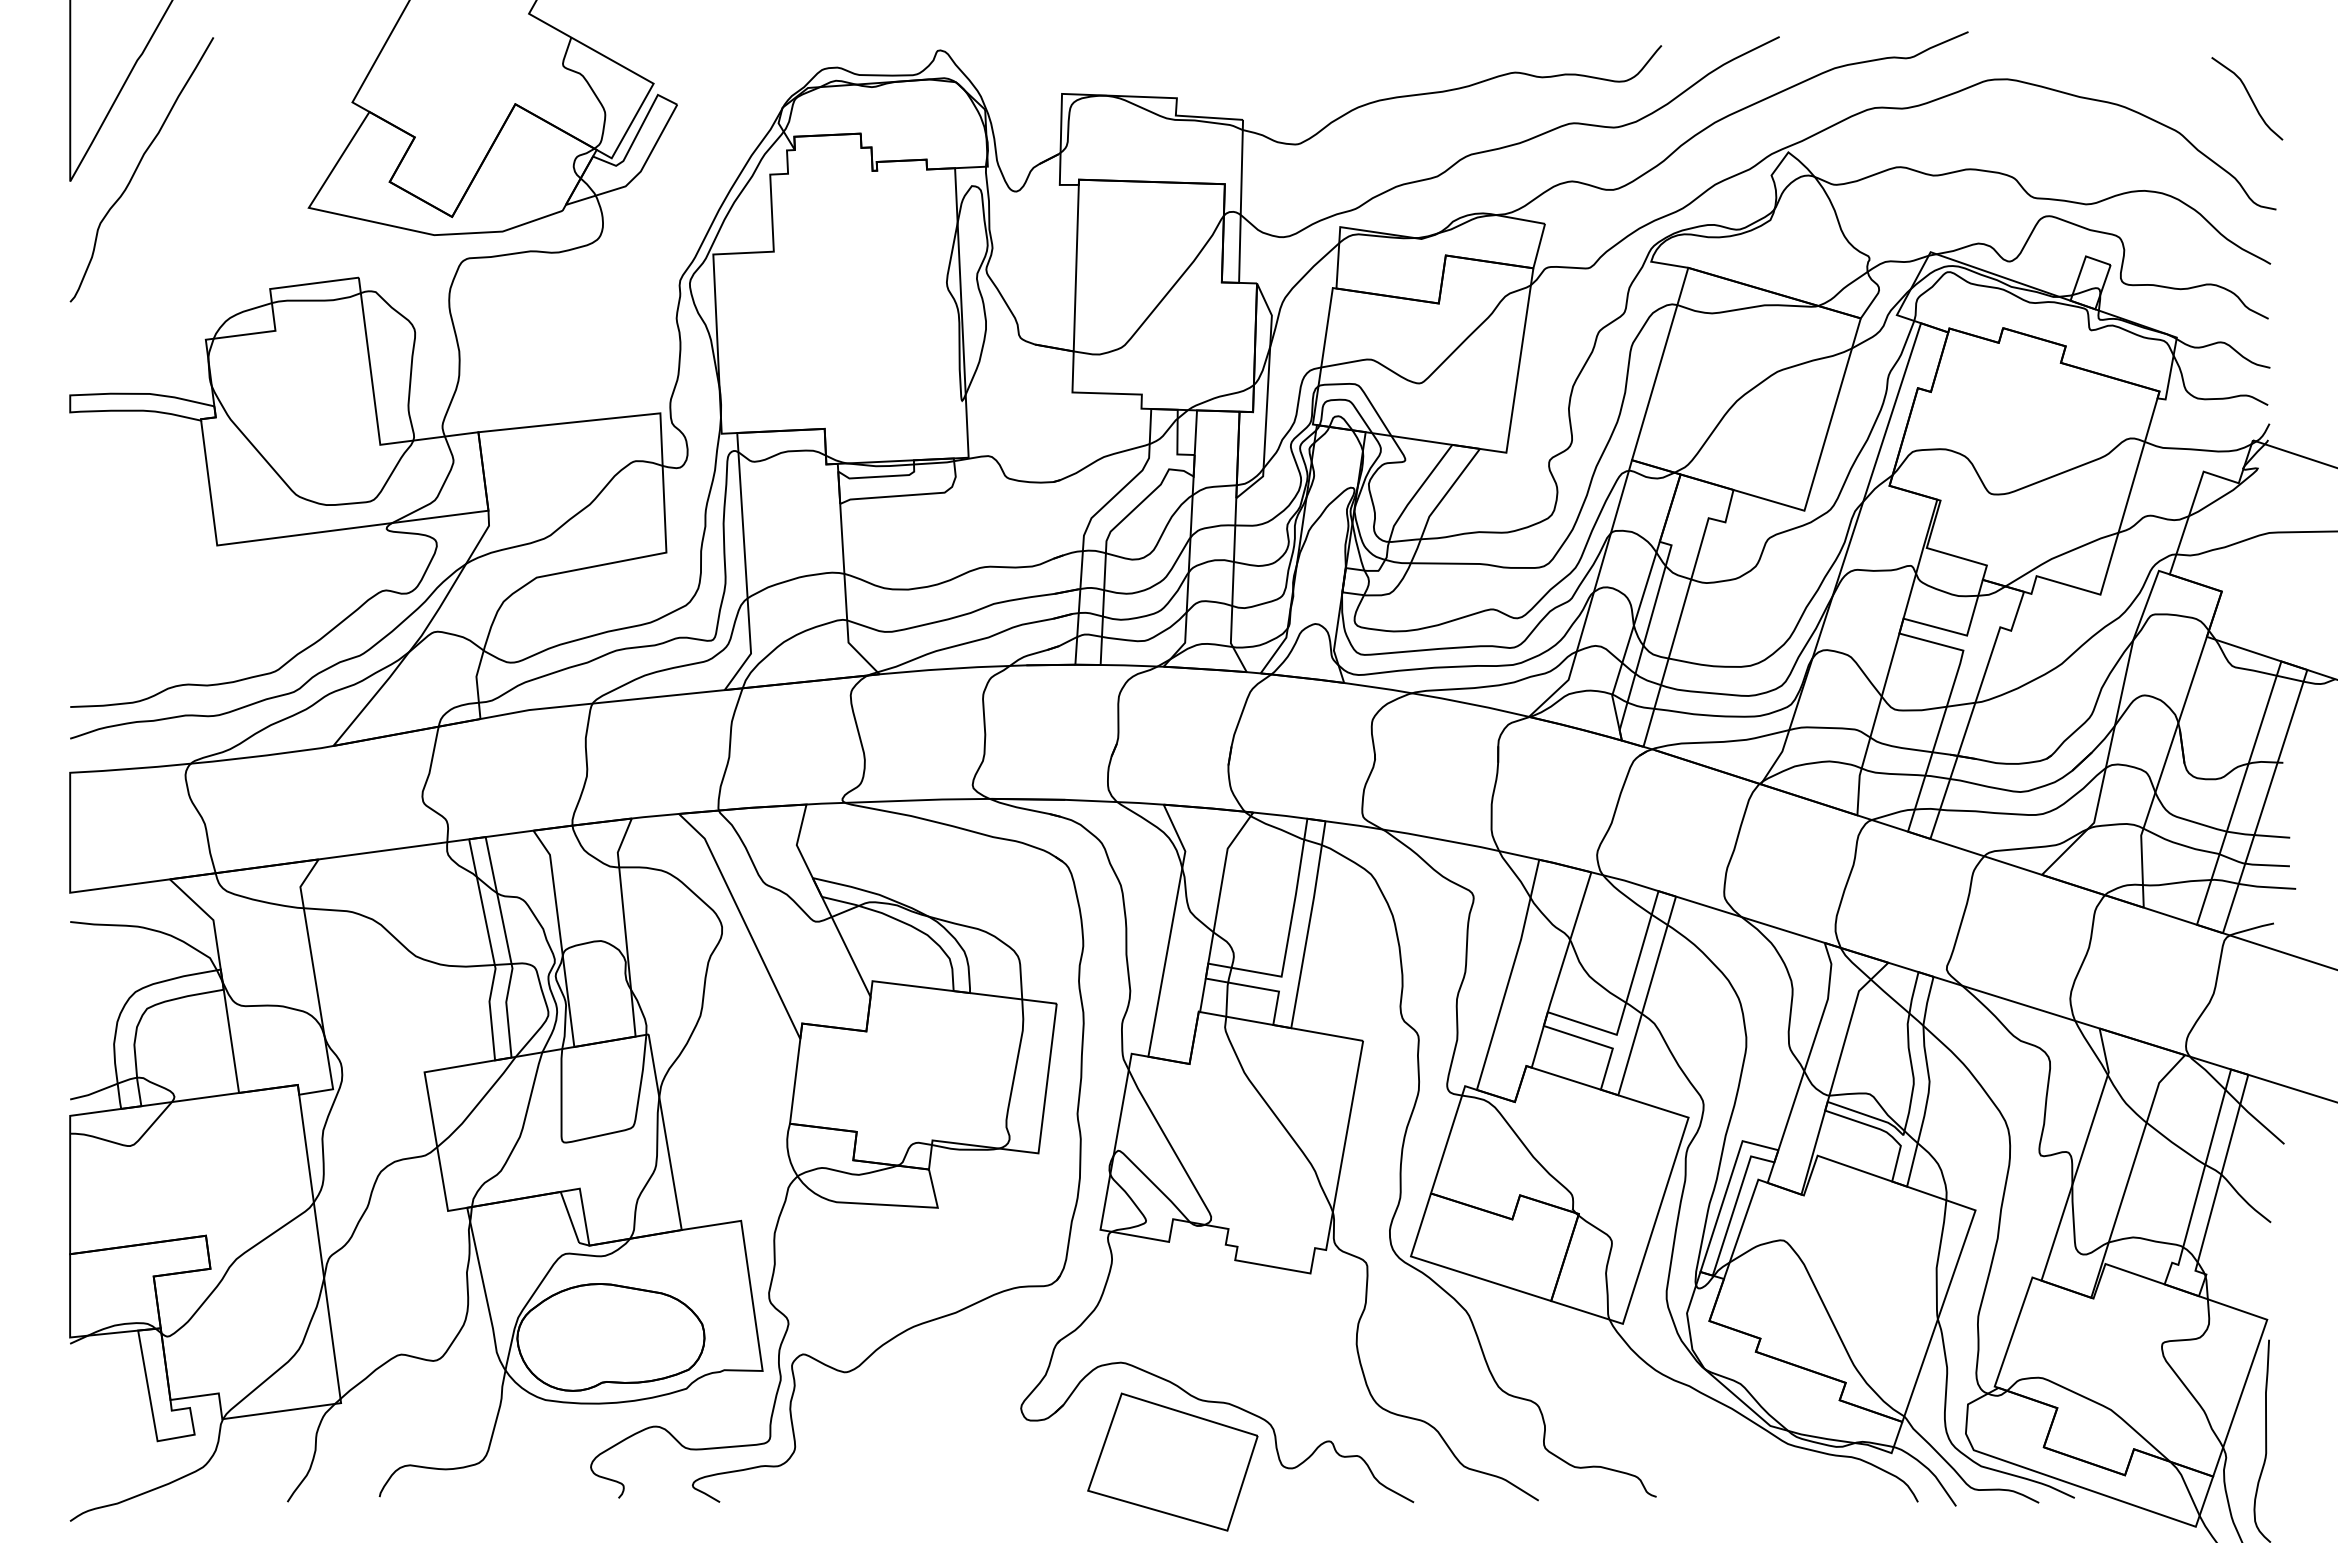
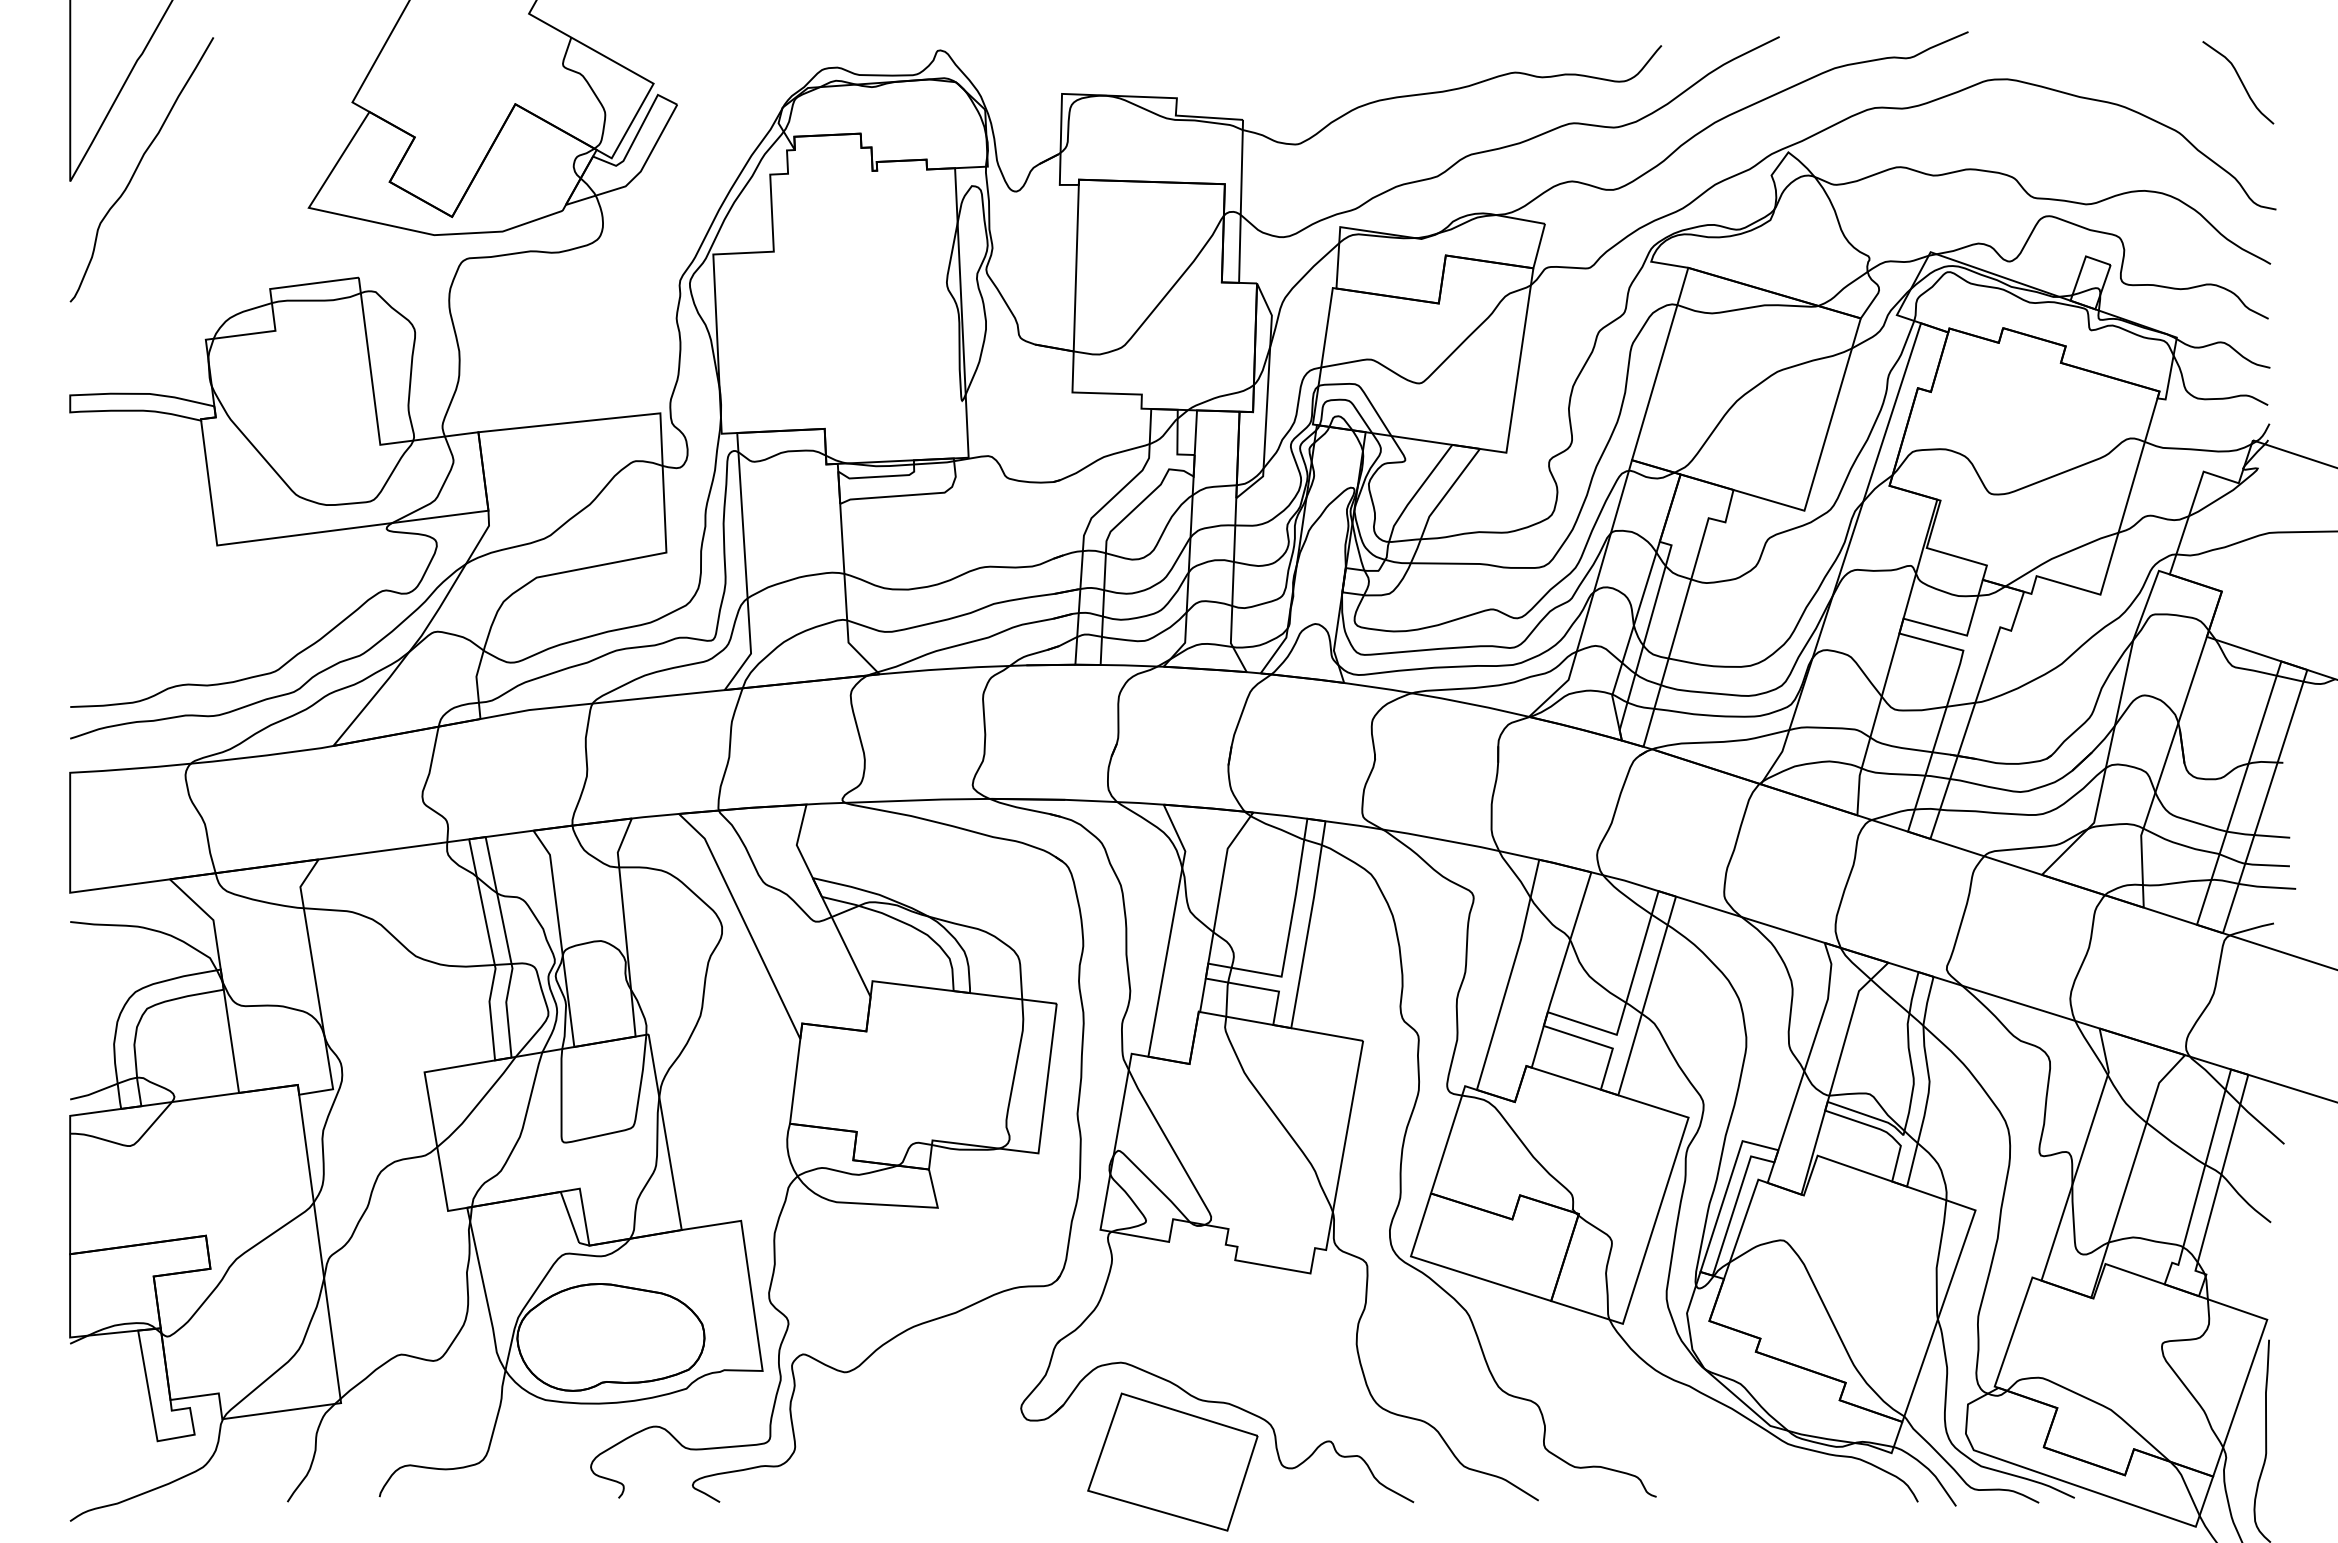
curve at (2249, 97) position: (2249, 97) -> (2240, 81)
